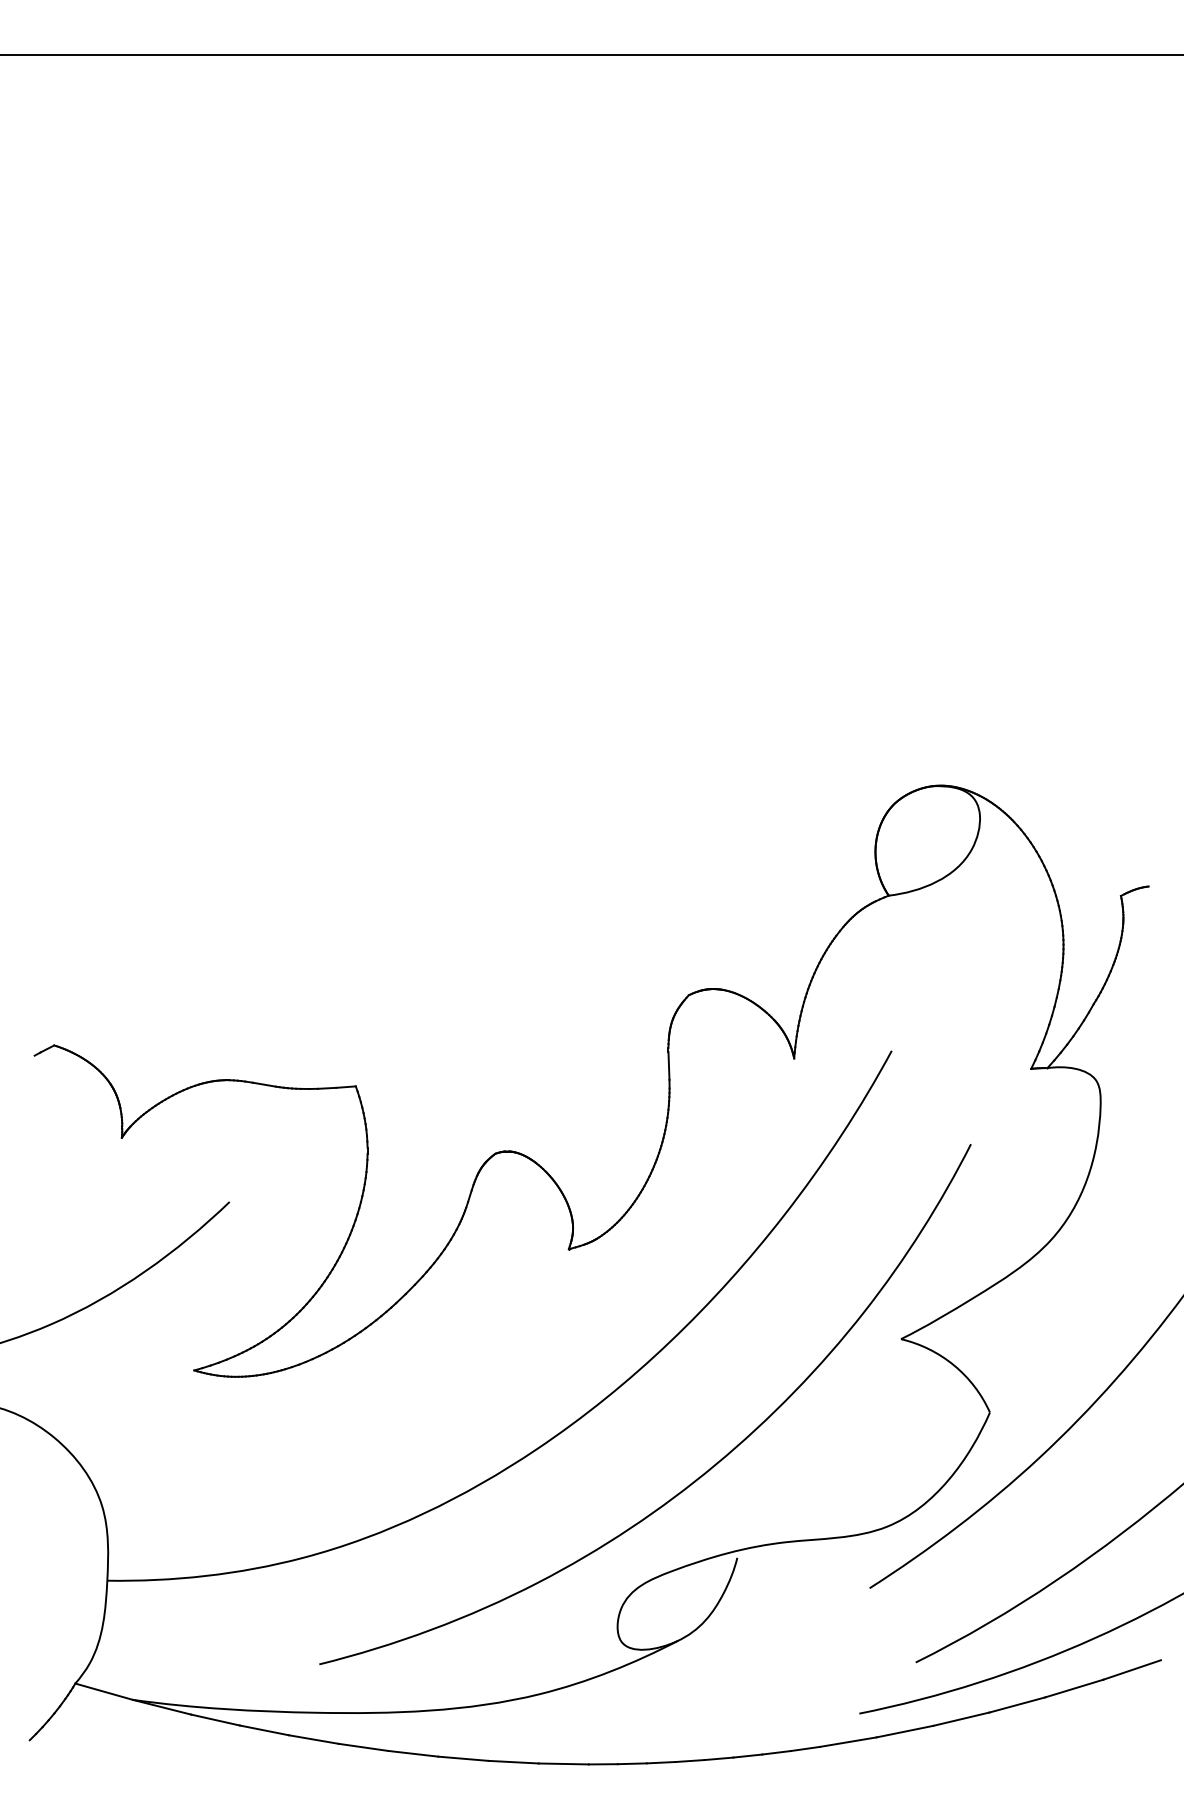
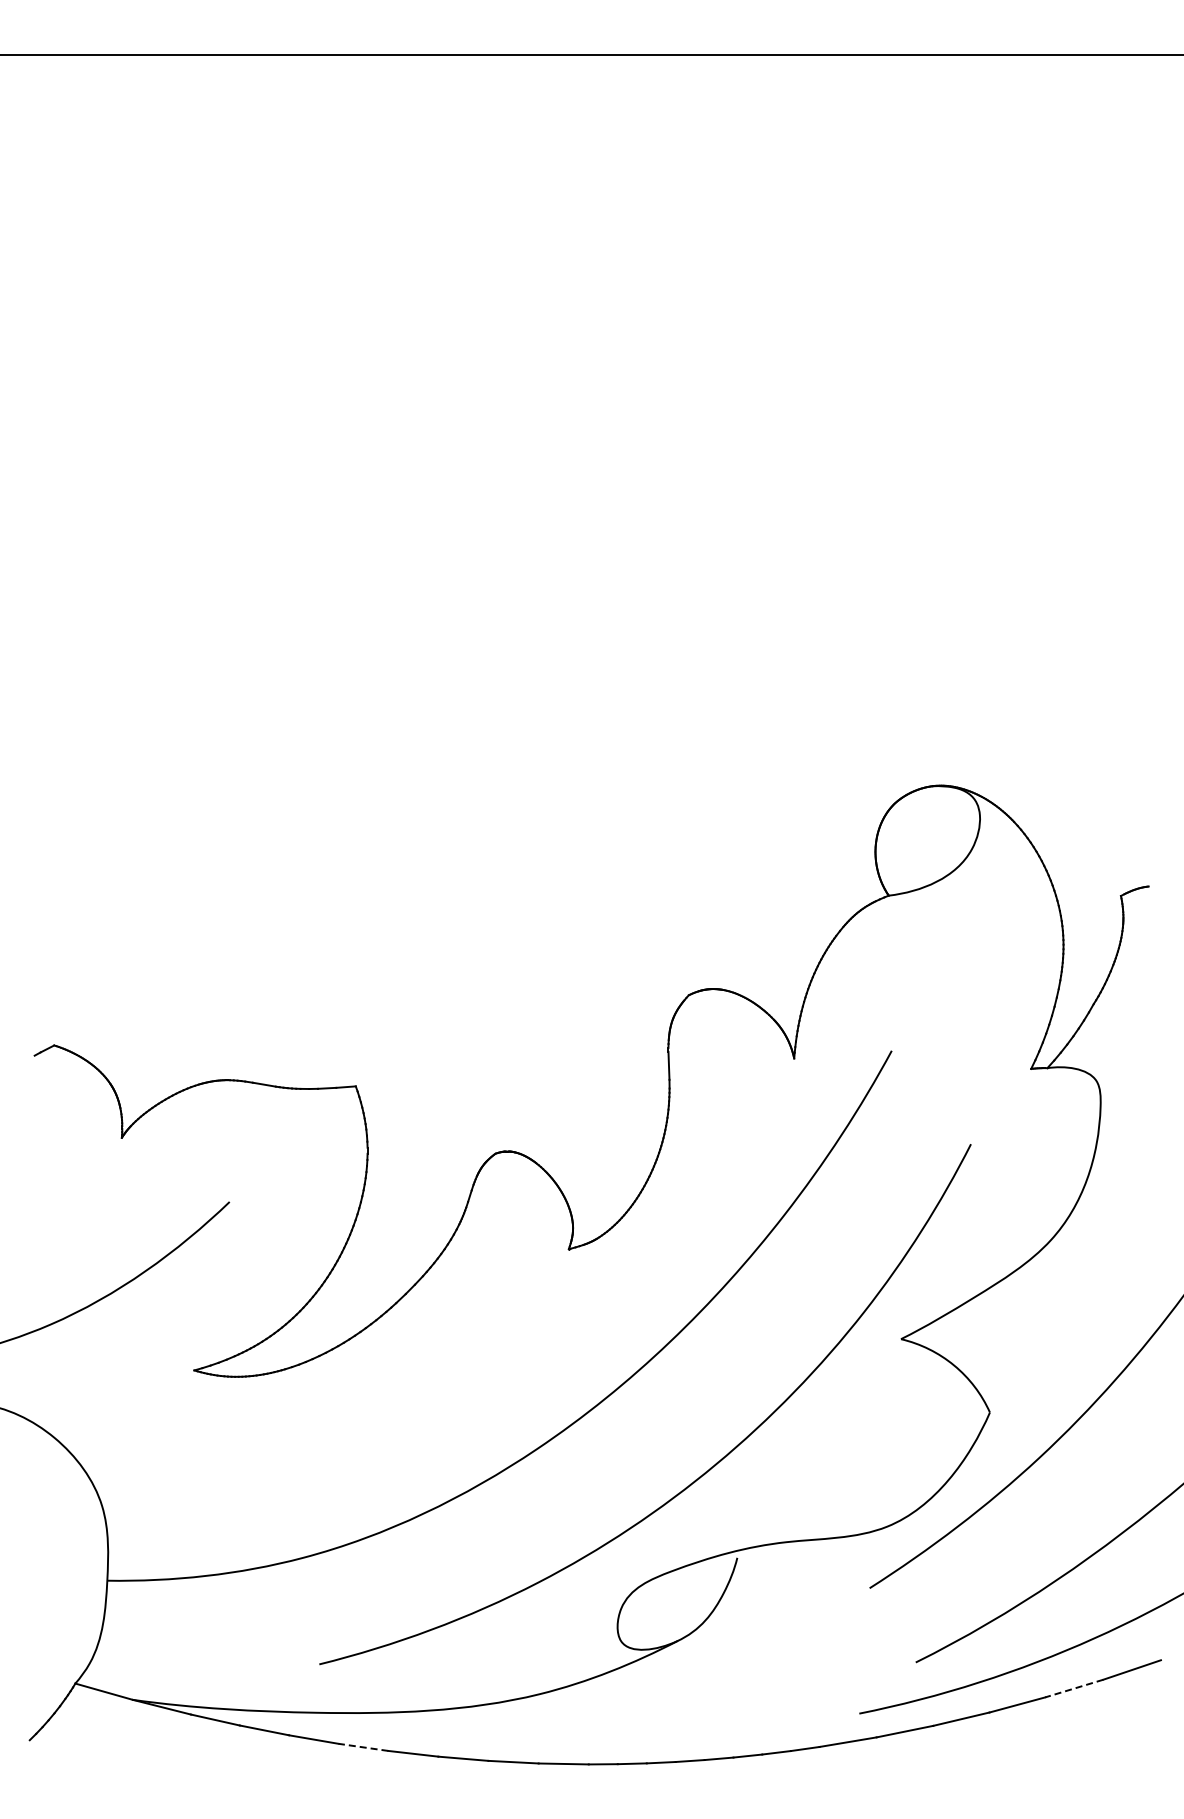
line at (1073, 1688): solid -> dashed
line at (363, 1747): solid -> dashed
